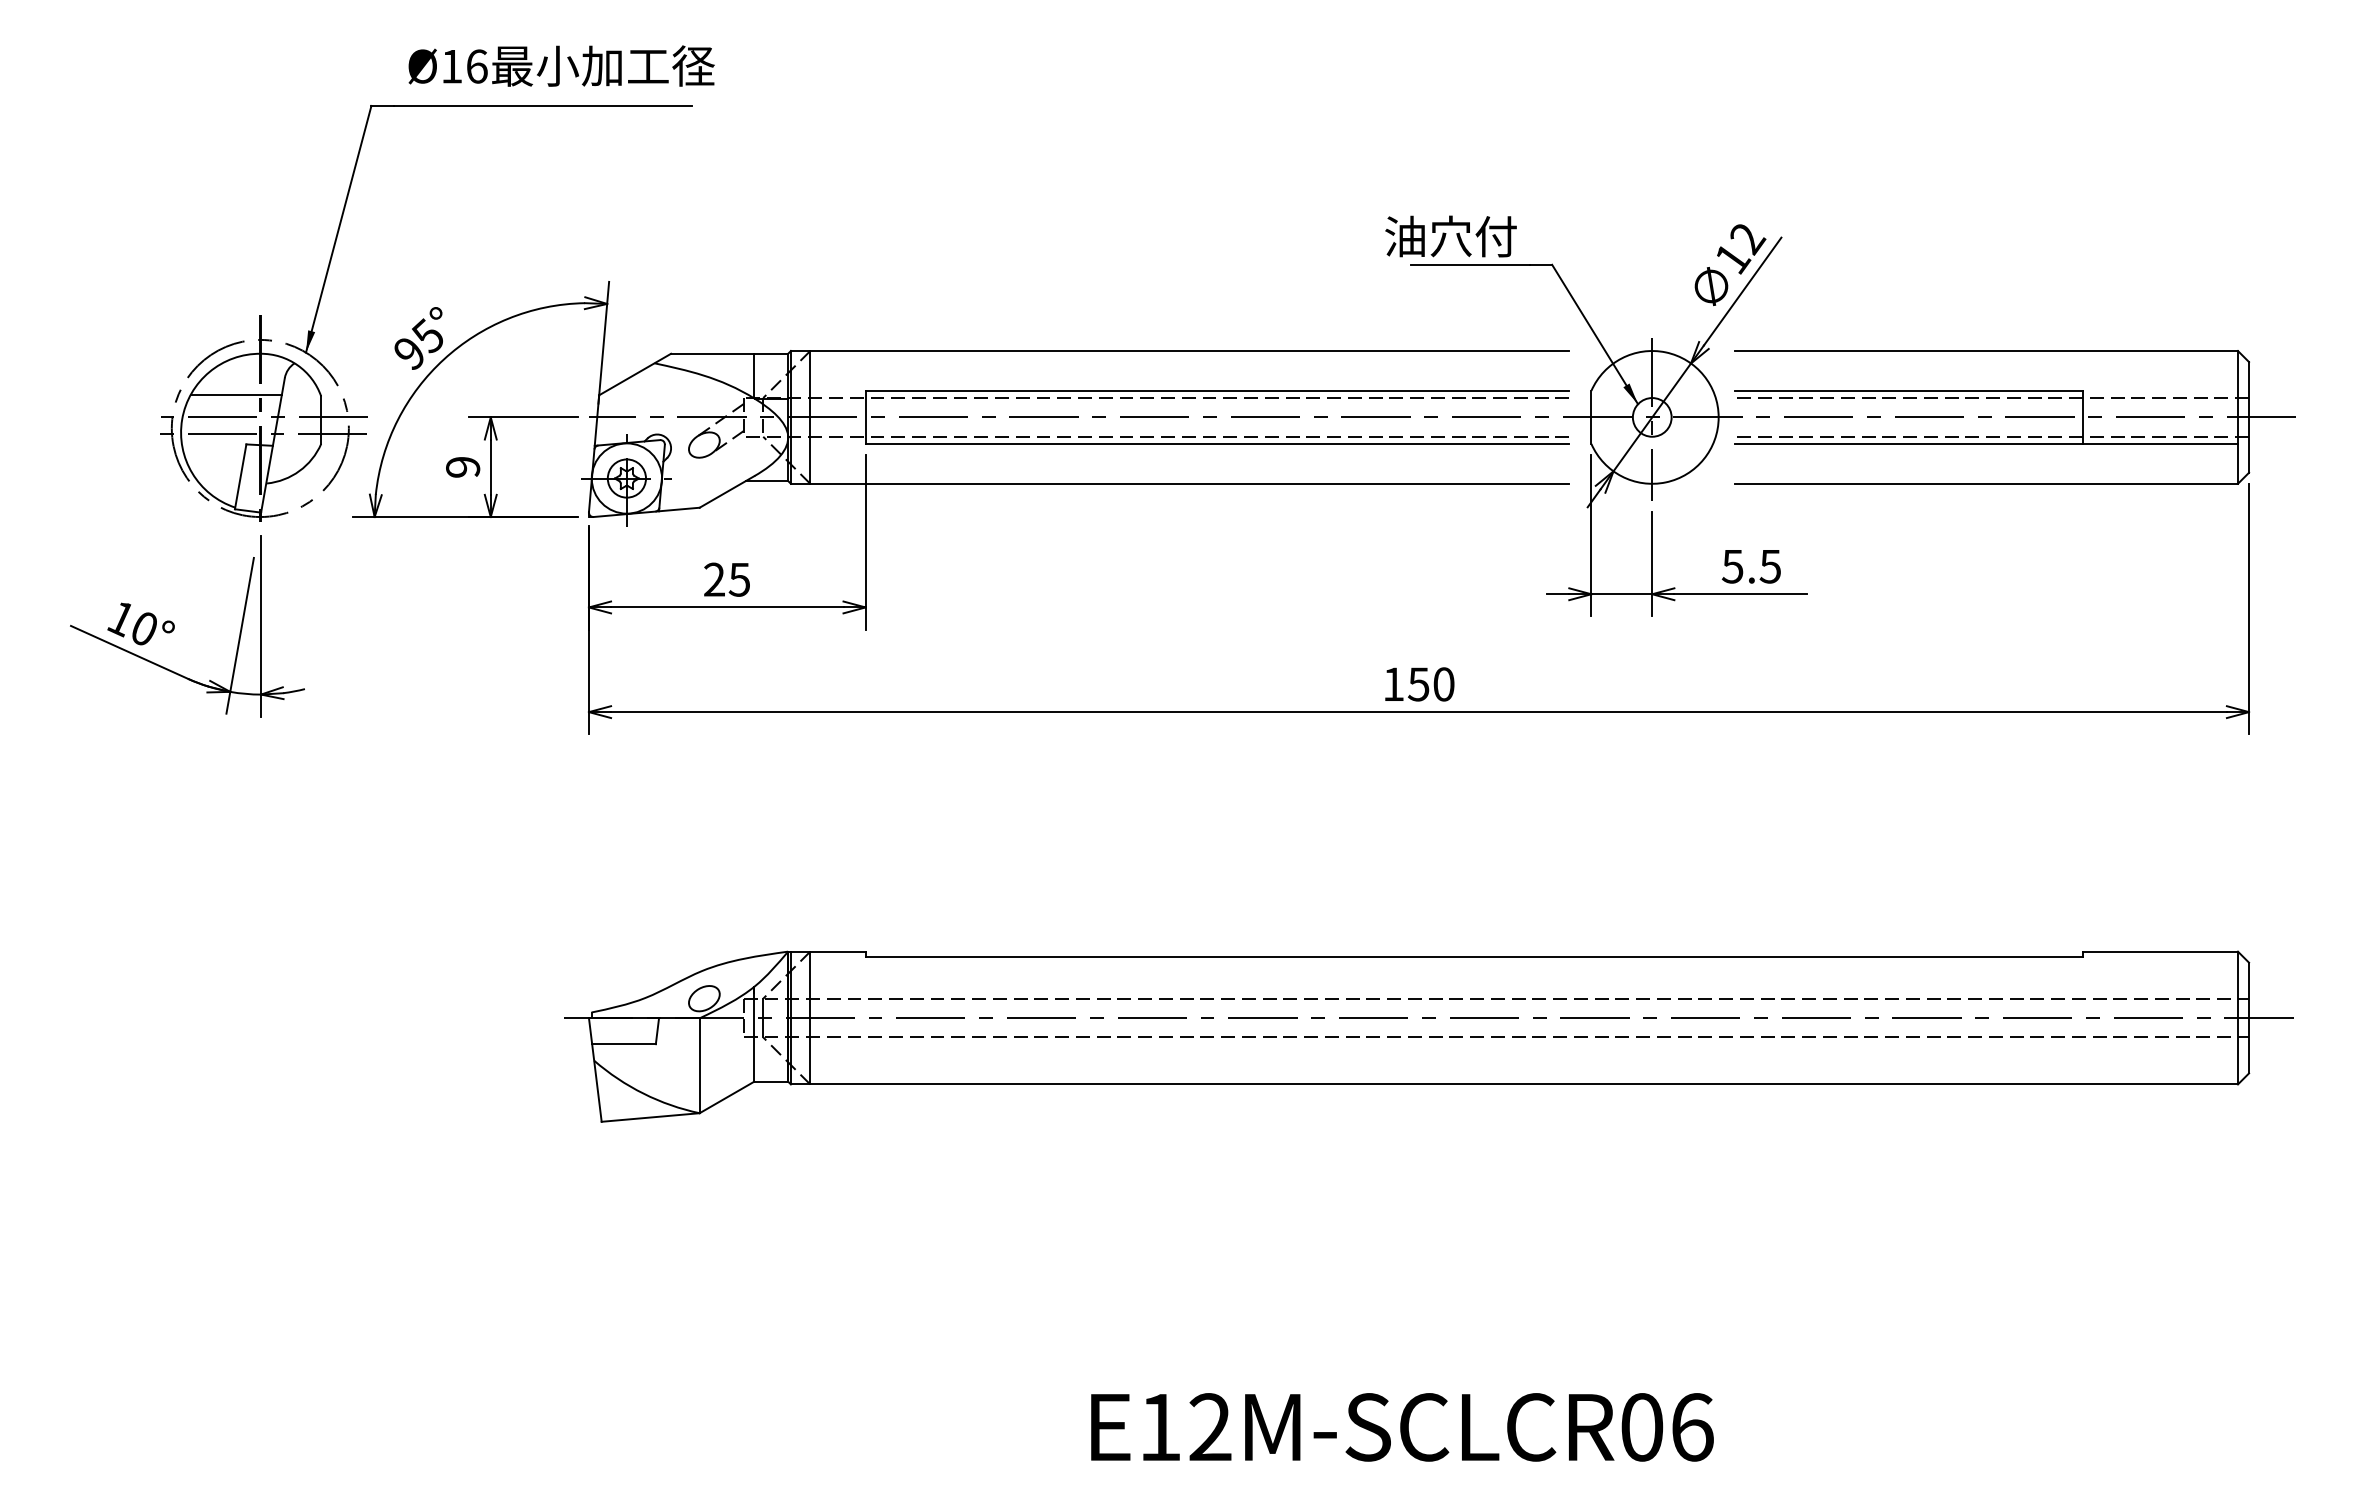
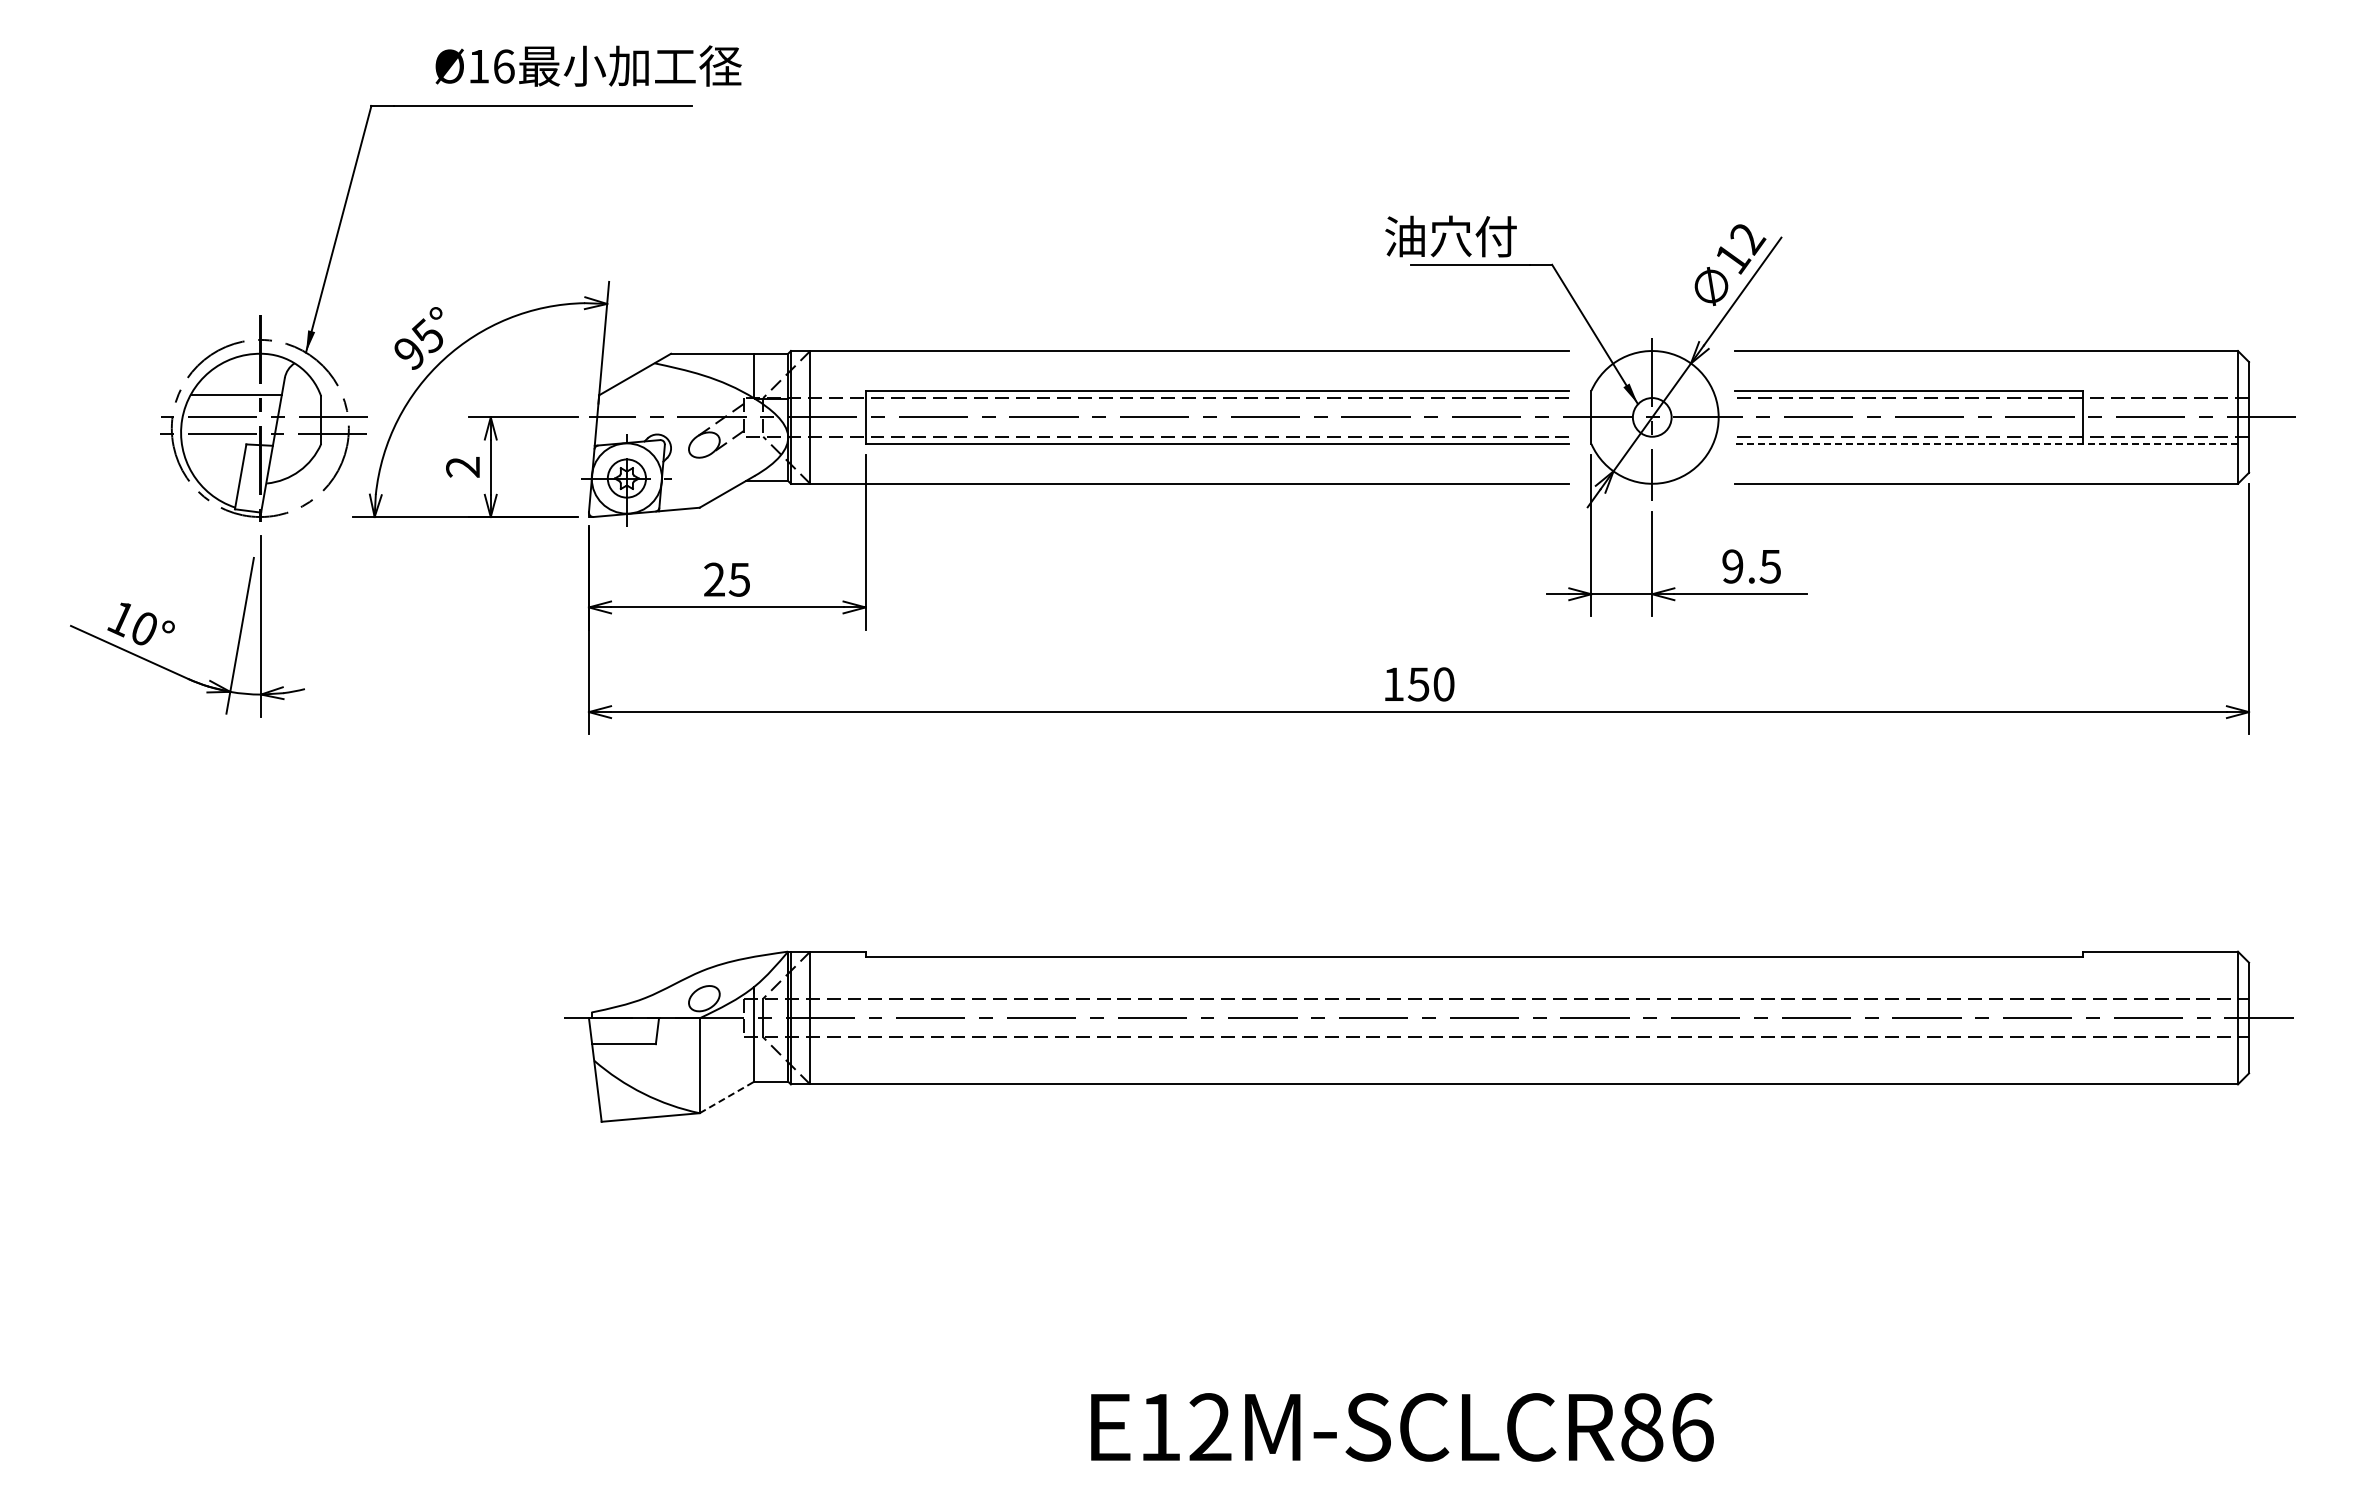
text at (561, 65) position: (561, 65) -> (588, 65)
line at (1986, 443): solid -> dashed
text at (463, 467): 9 -> 2
text at (1732, 566): 5.5 -> 9.5
line at (726, 1097): solid -> dashed
text at (1642, 1427): E12M-SCLCR06 -> E12M-SCLCR86
